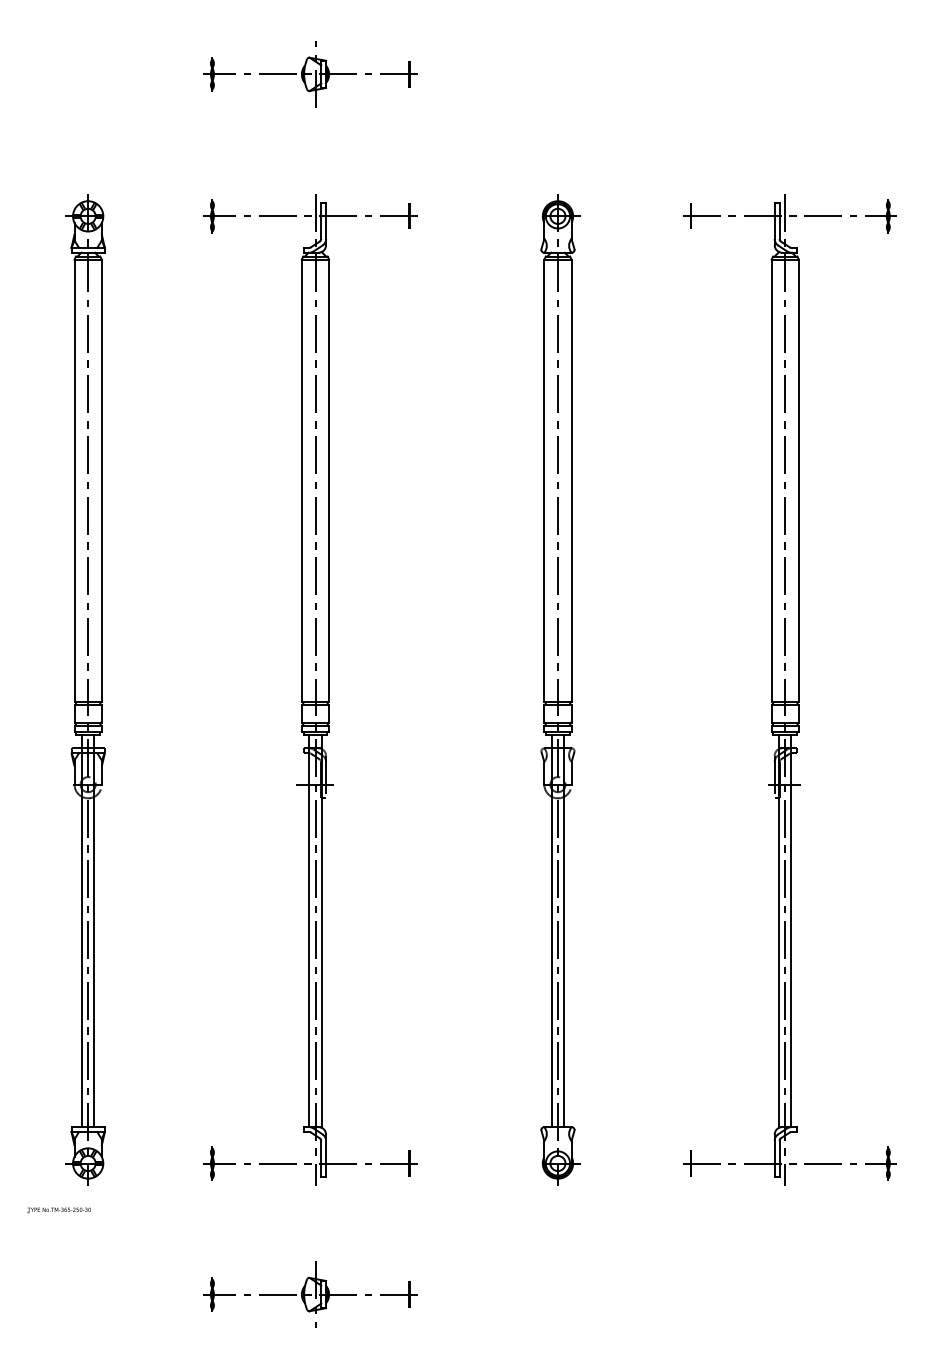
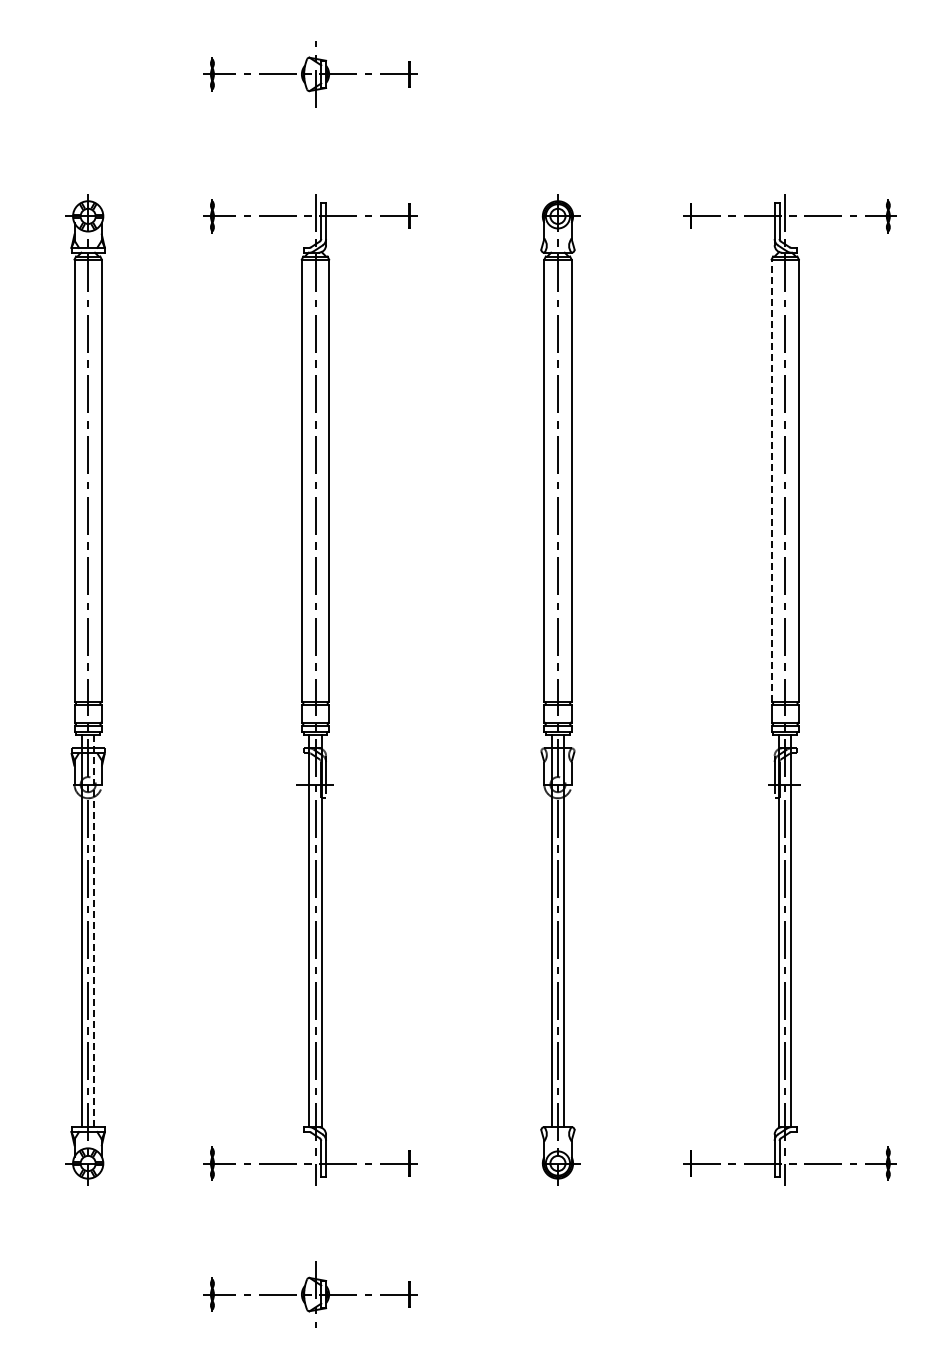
line at (771, 480): solid -> dashed
line at (94, 931): solid -> dashed
part at (58, 1210): present -> none
